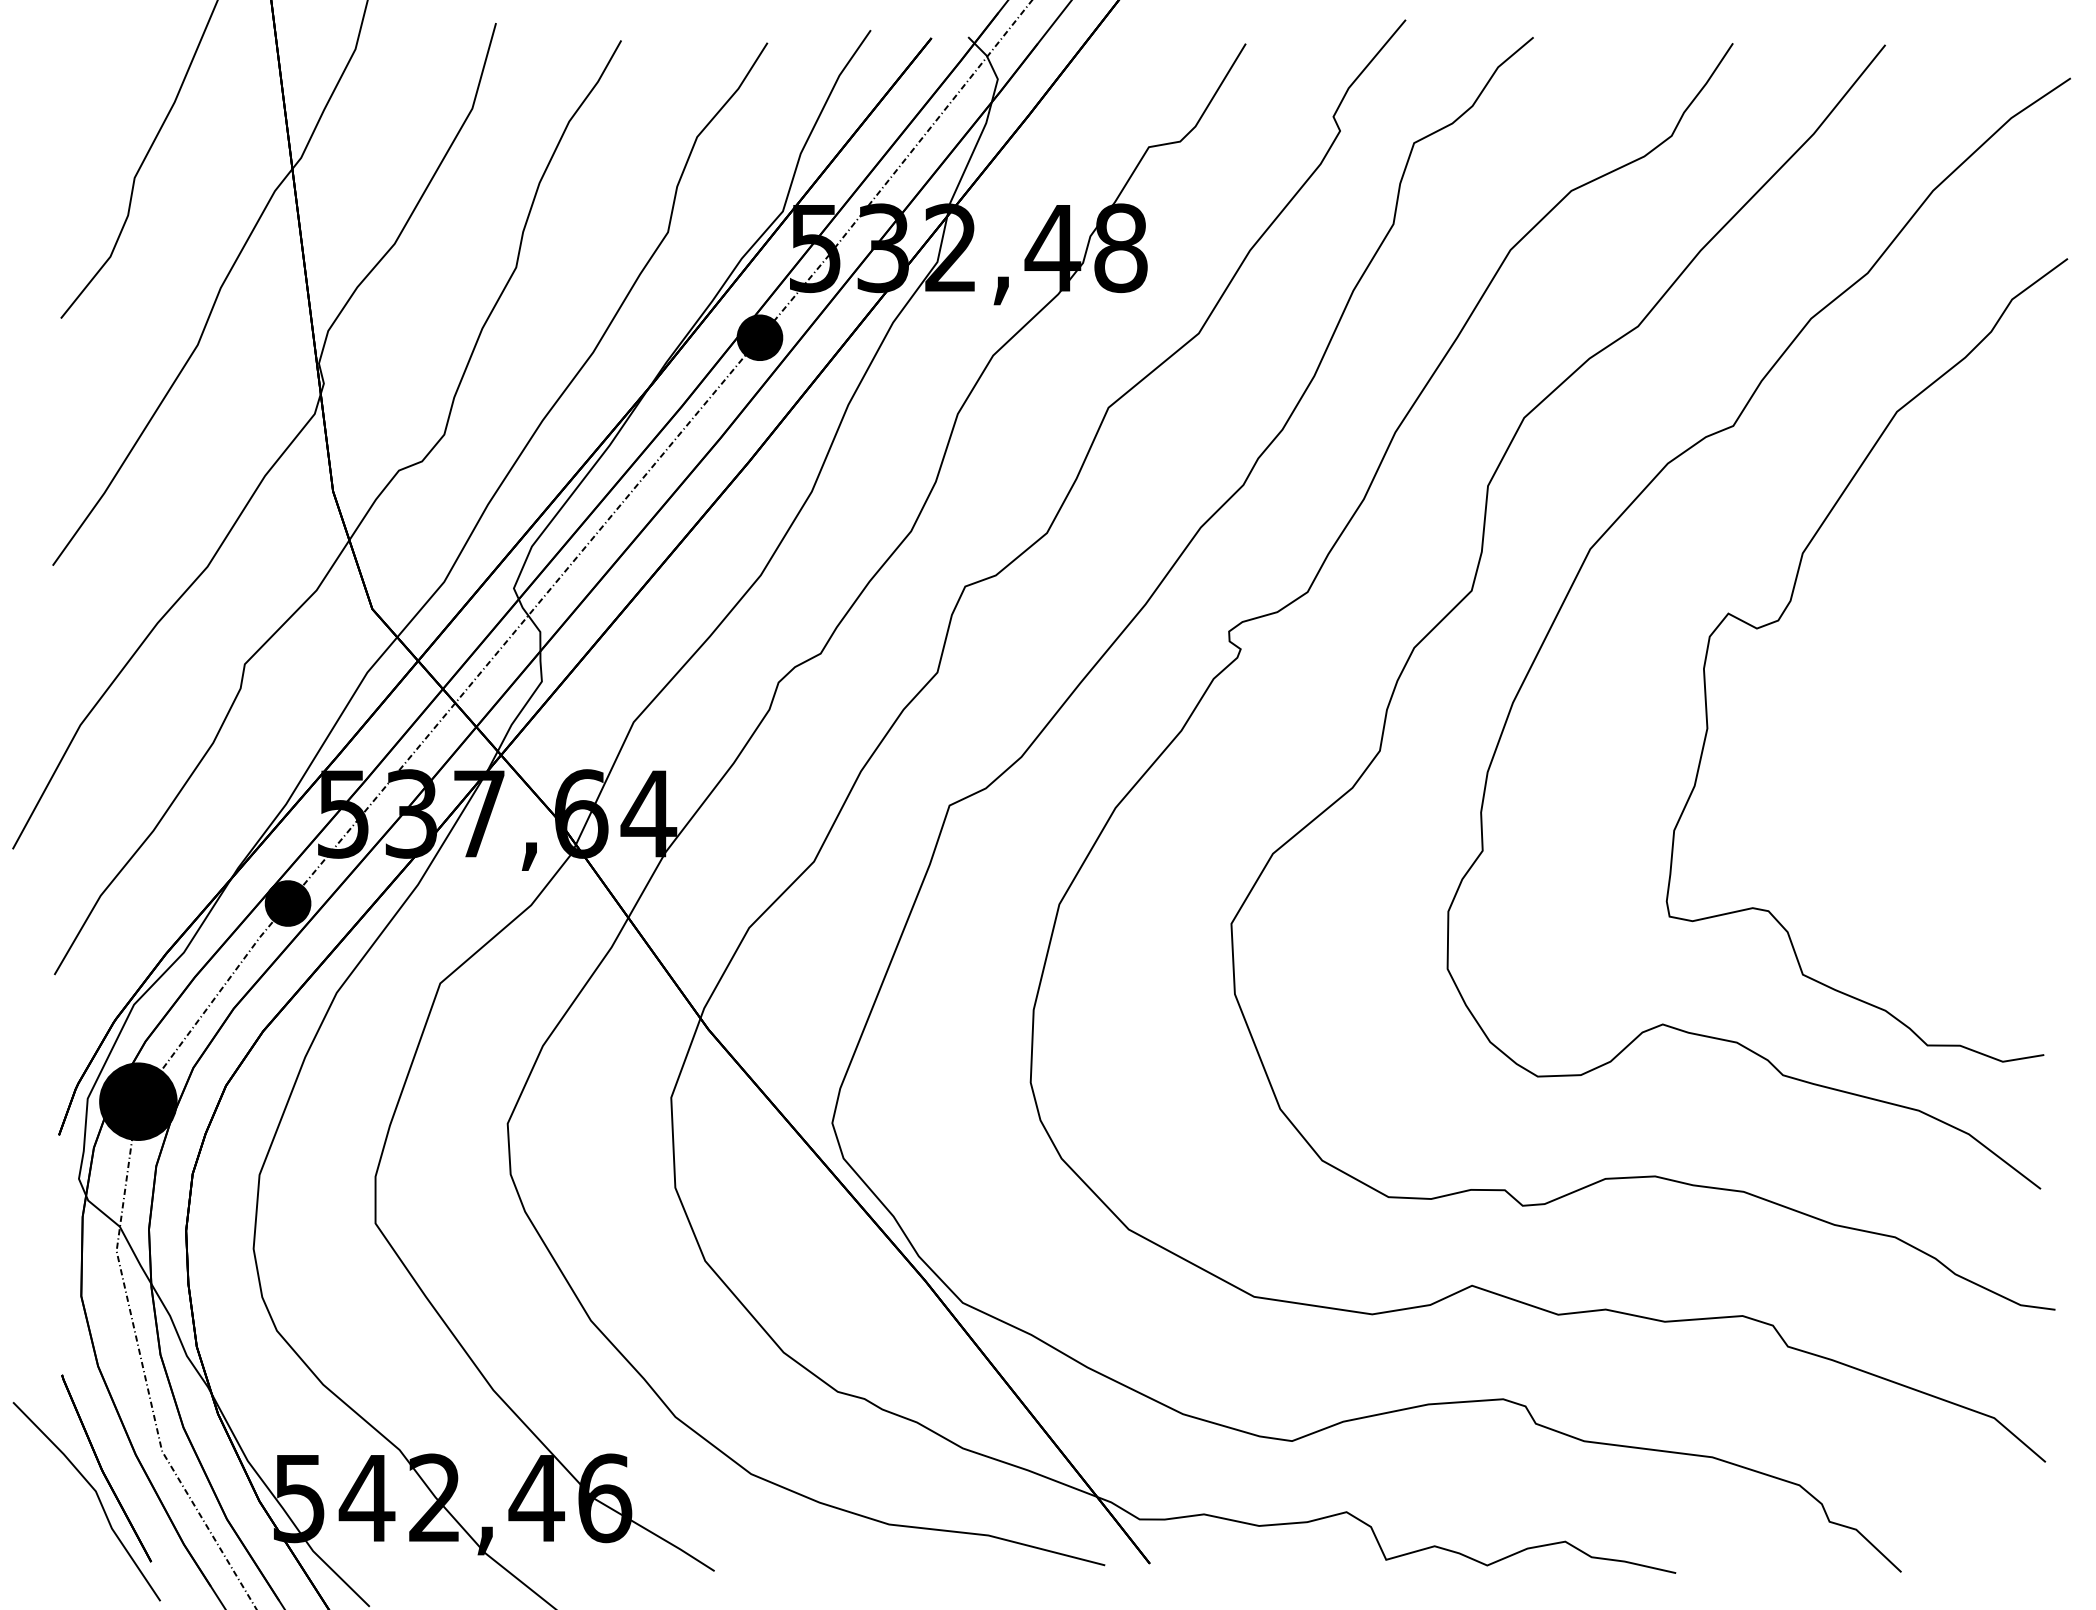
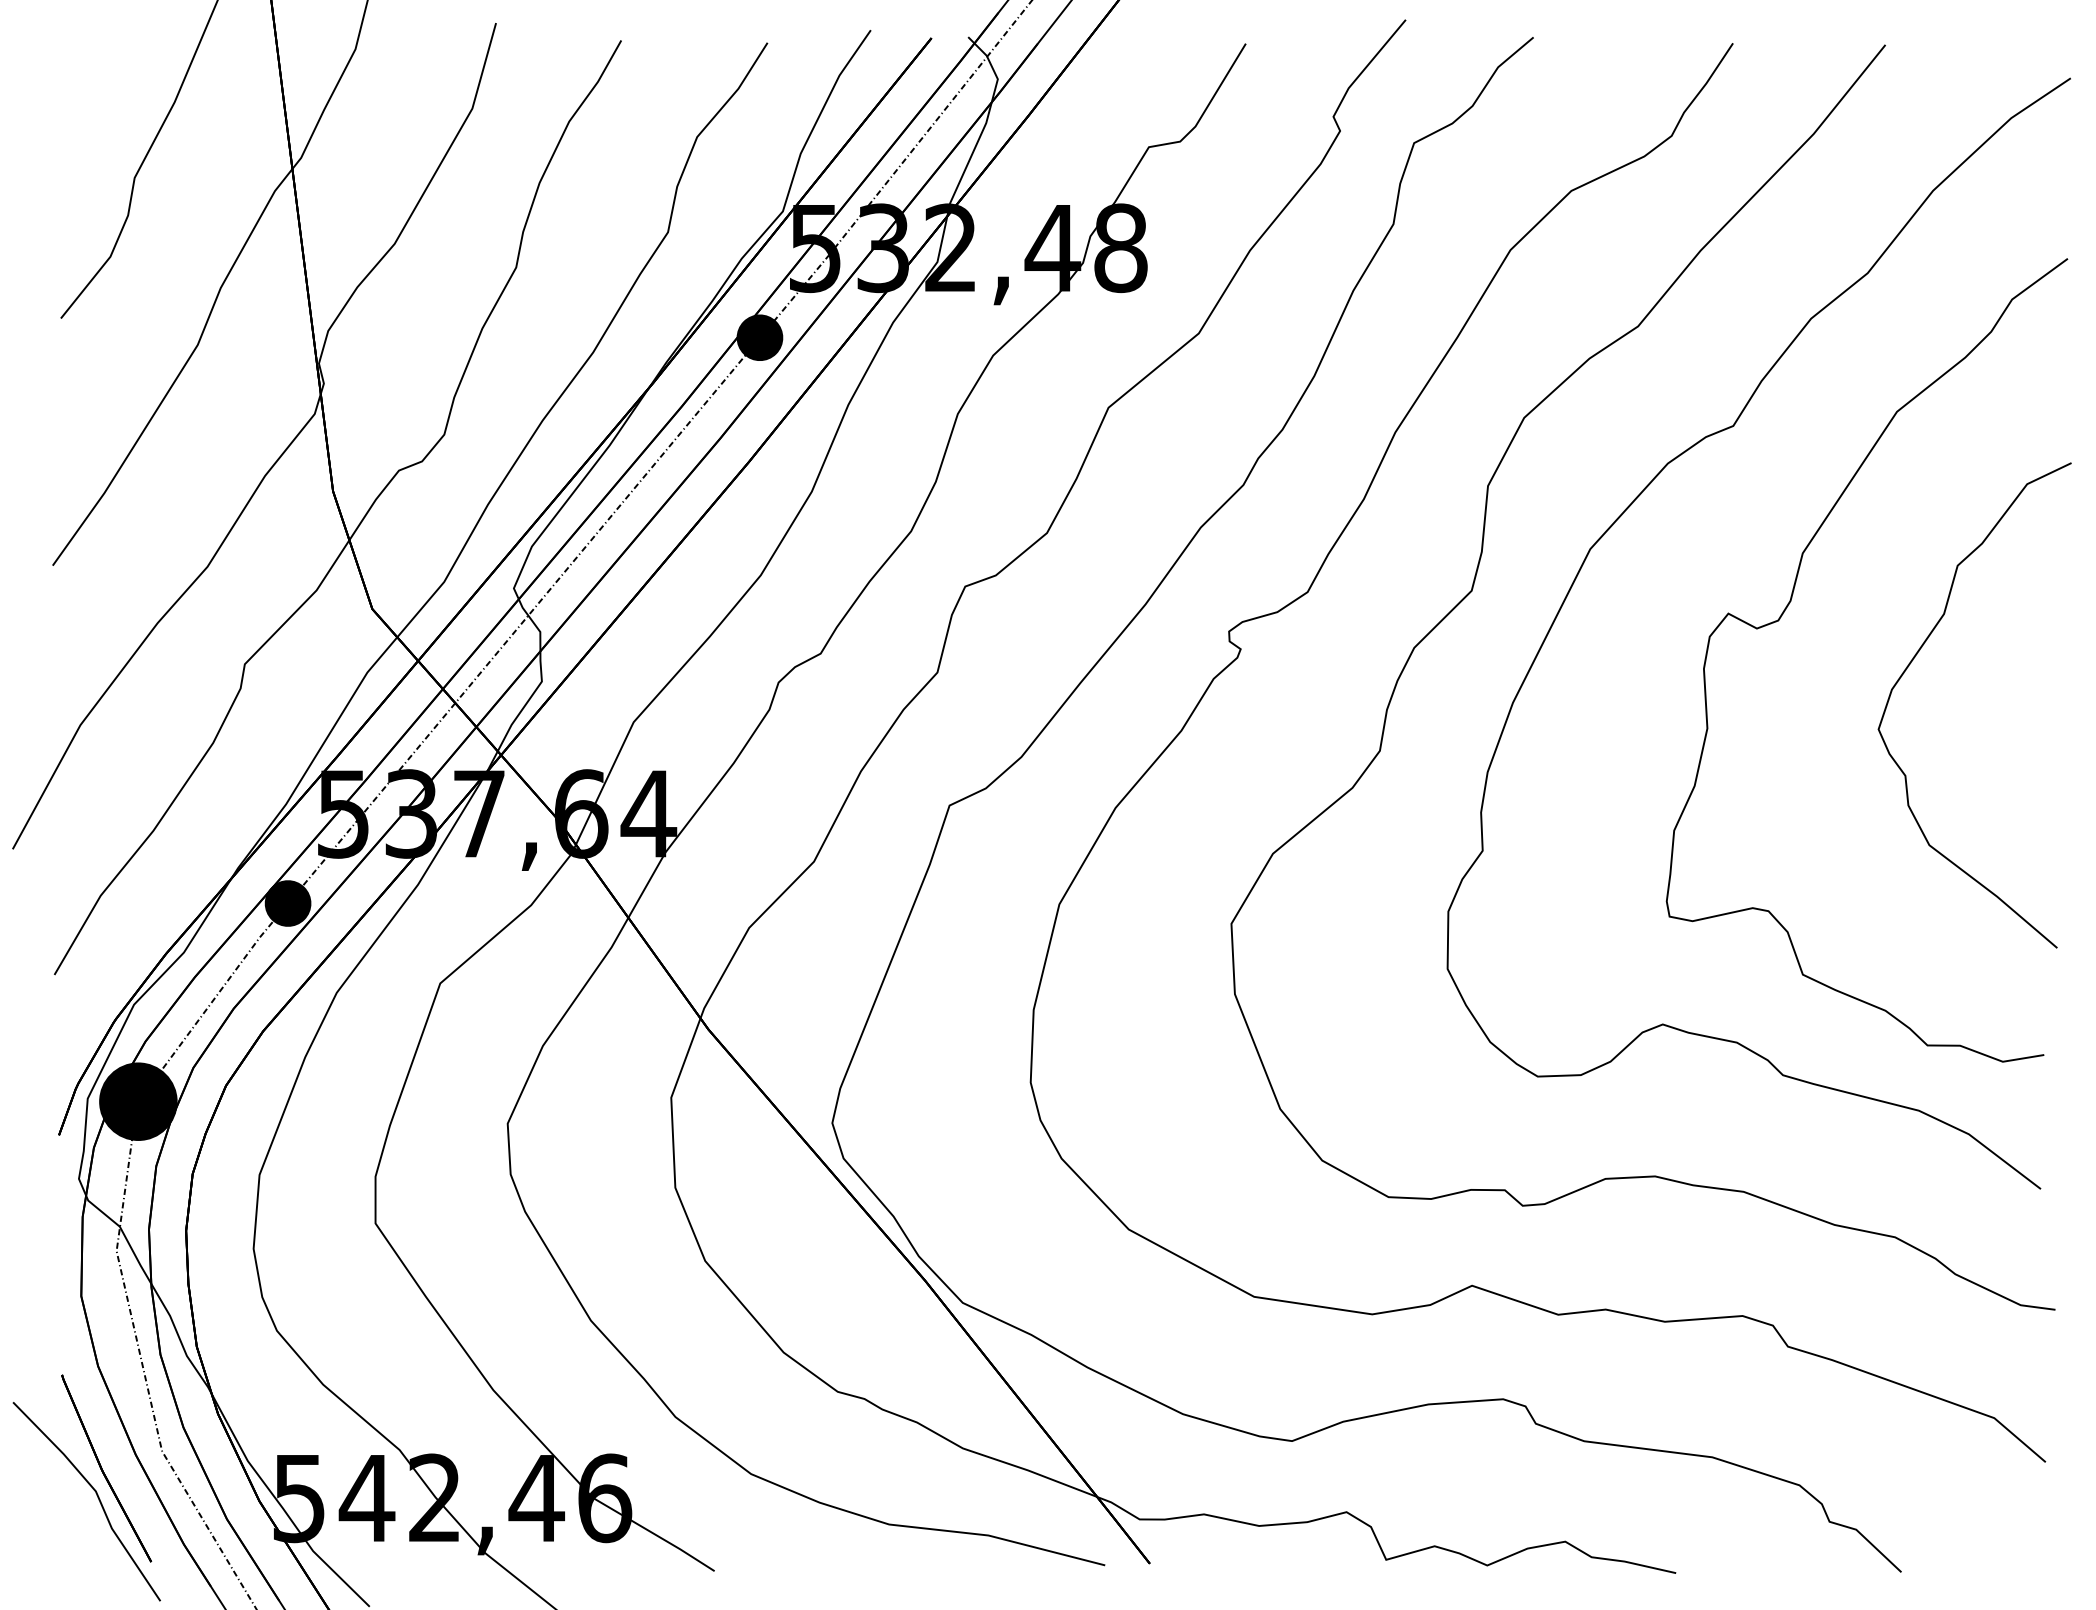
curve at (1911, 663): none -> present
